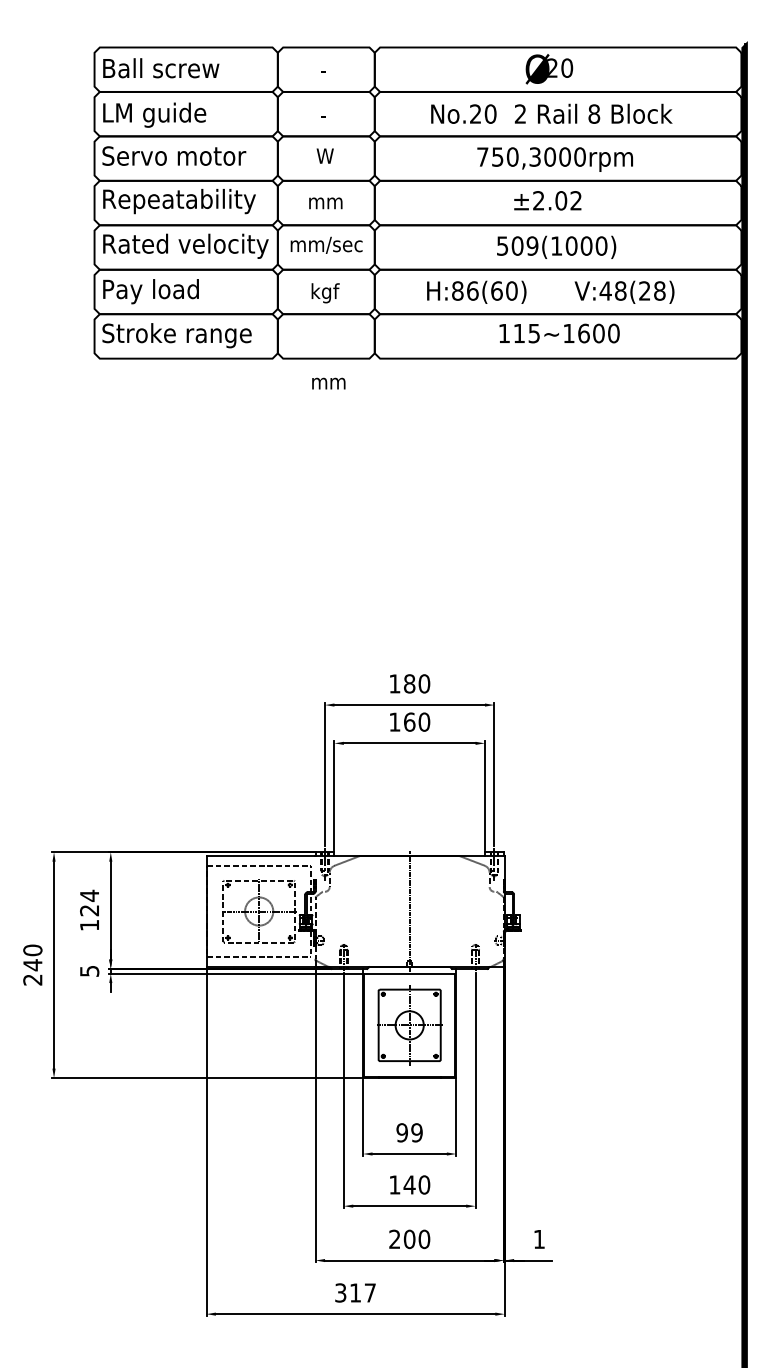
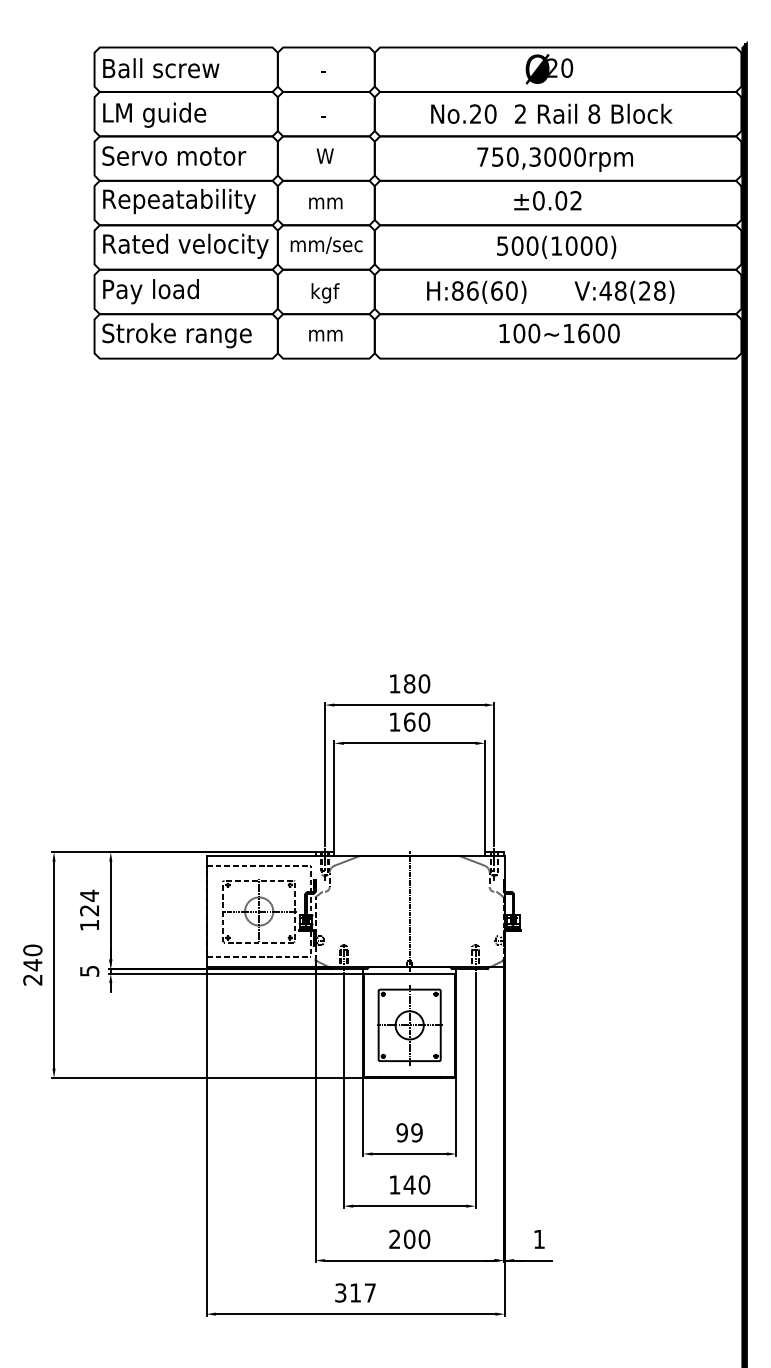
text at (538, 200): ±2.02 -> ±0.02
text at (532, 245): 509(1000) -> 500(1000)
text at (526, 333): 115~1600 -> 100~1600
text at (328, 383) position: (328, 383) -> (325, 335)
